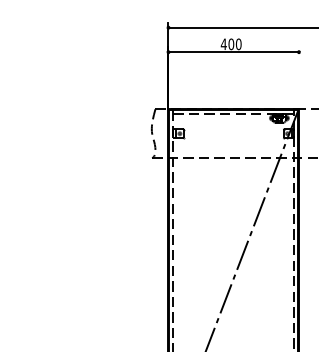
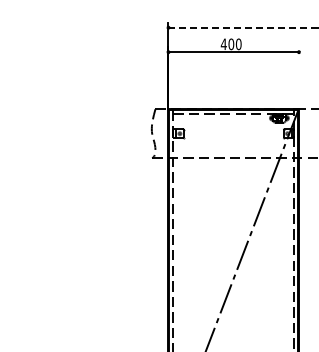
line at (243, 27): solid -> dashed
